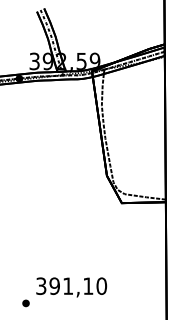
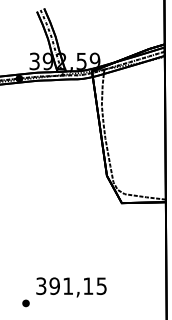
text at (101, 286): 391,10 -> 391,15
